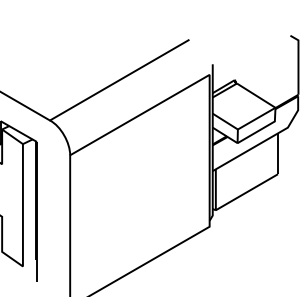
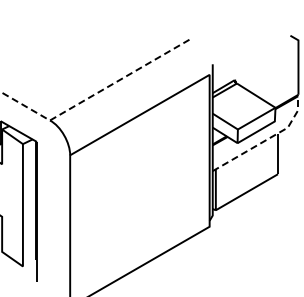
line at (93, 95): solid -> dashed
line at (266, 140): solid -> dashed
